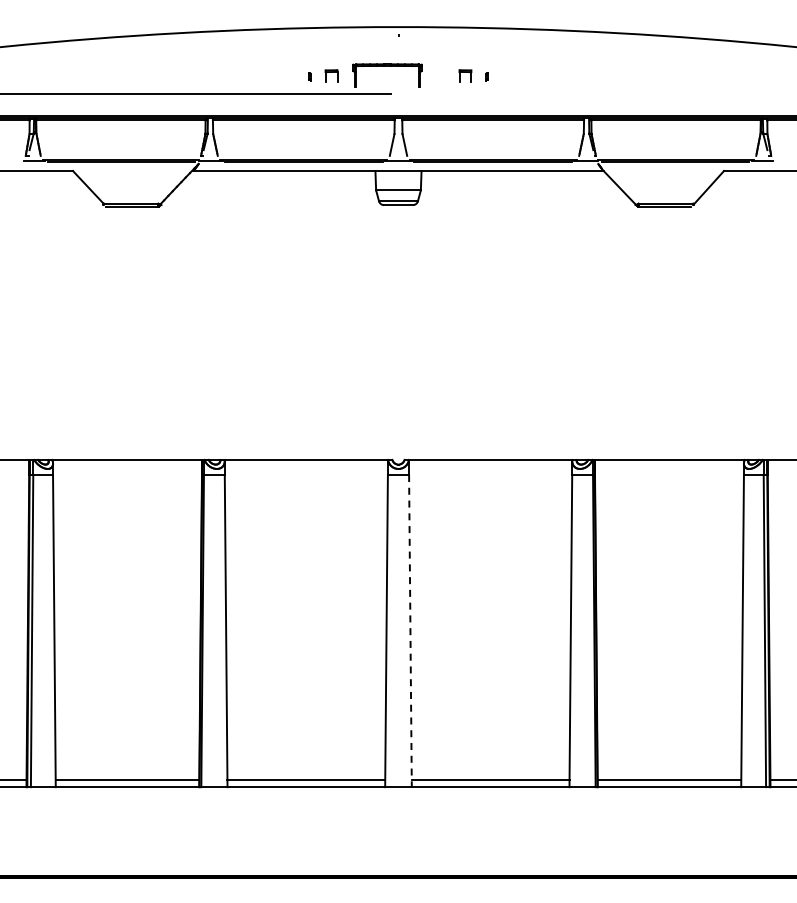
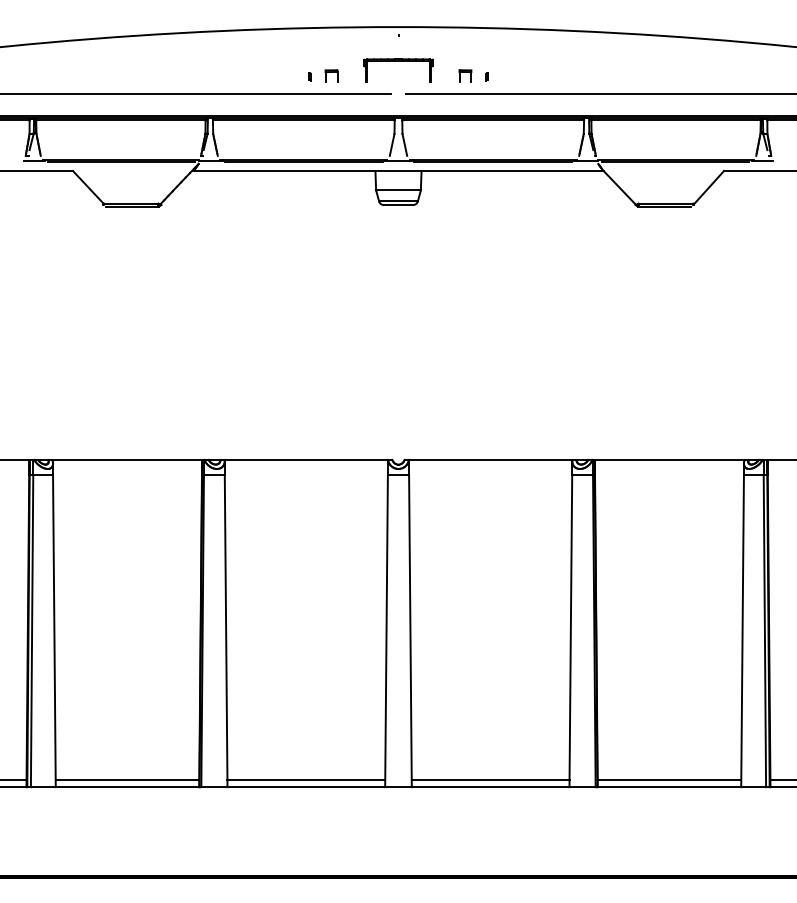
part at (387, 66) position: (387, 66) -> (398, 61)
line at (599, 93): none -> present
line at (410, 631): dashed -> solid
